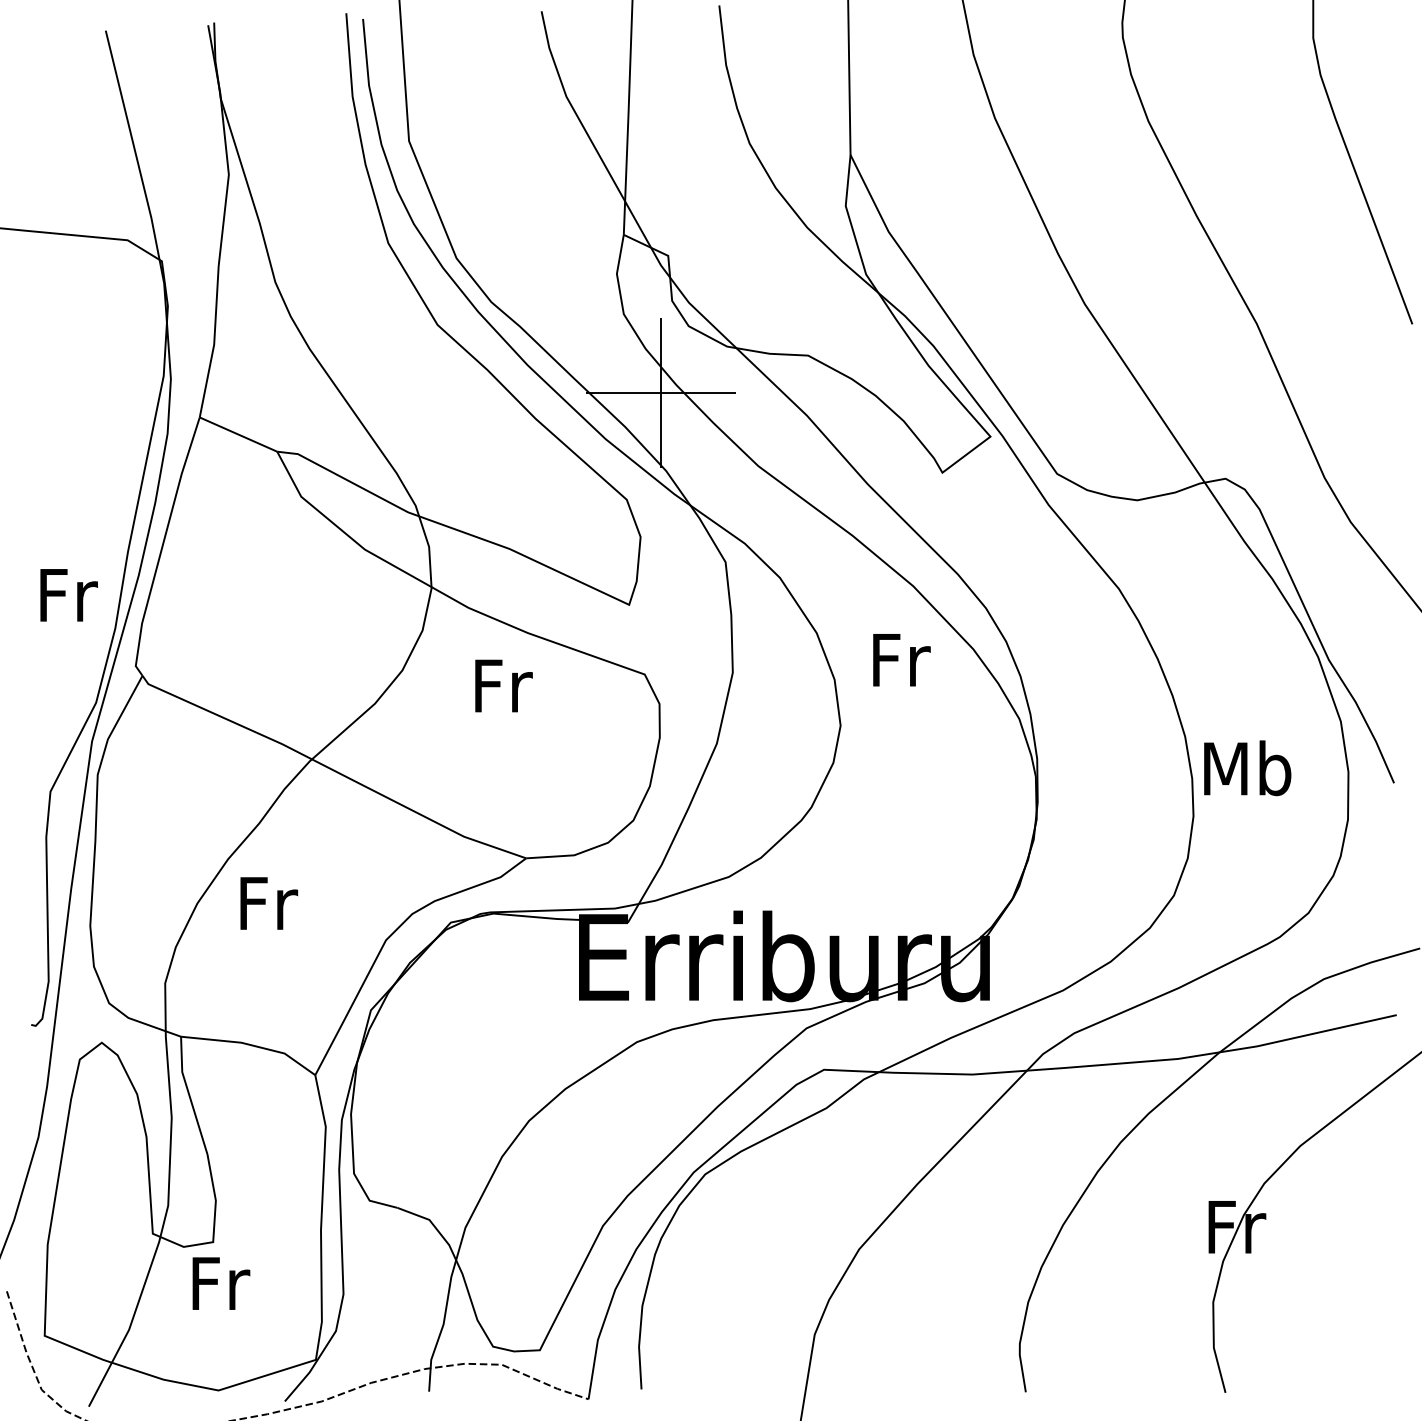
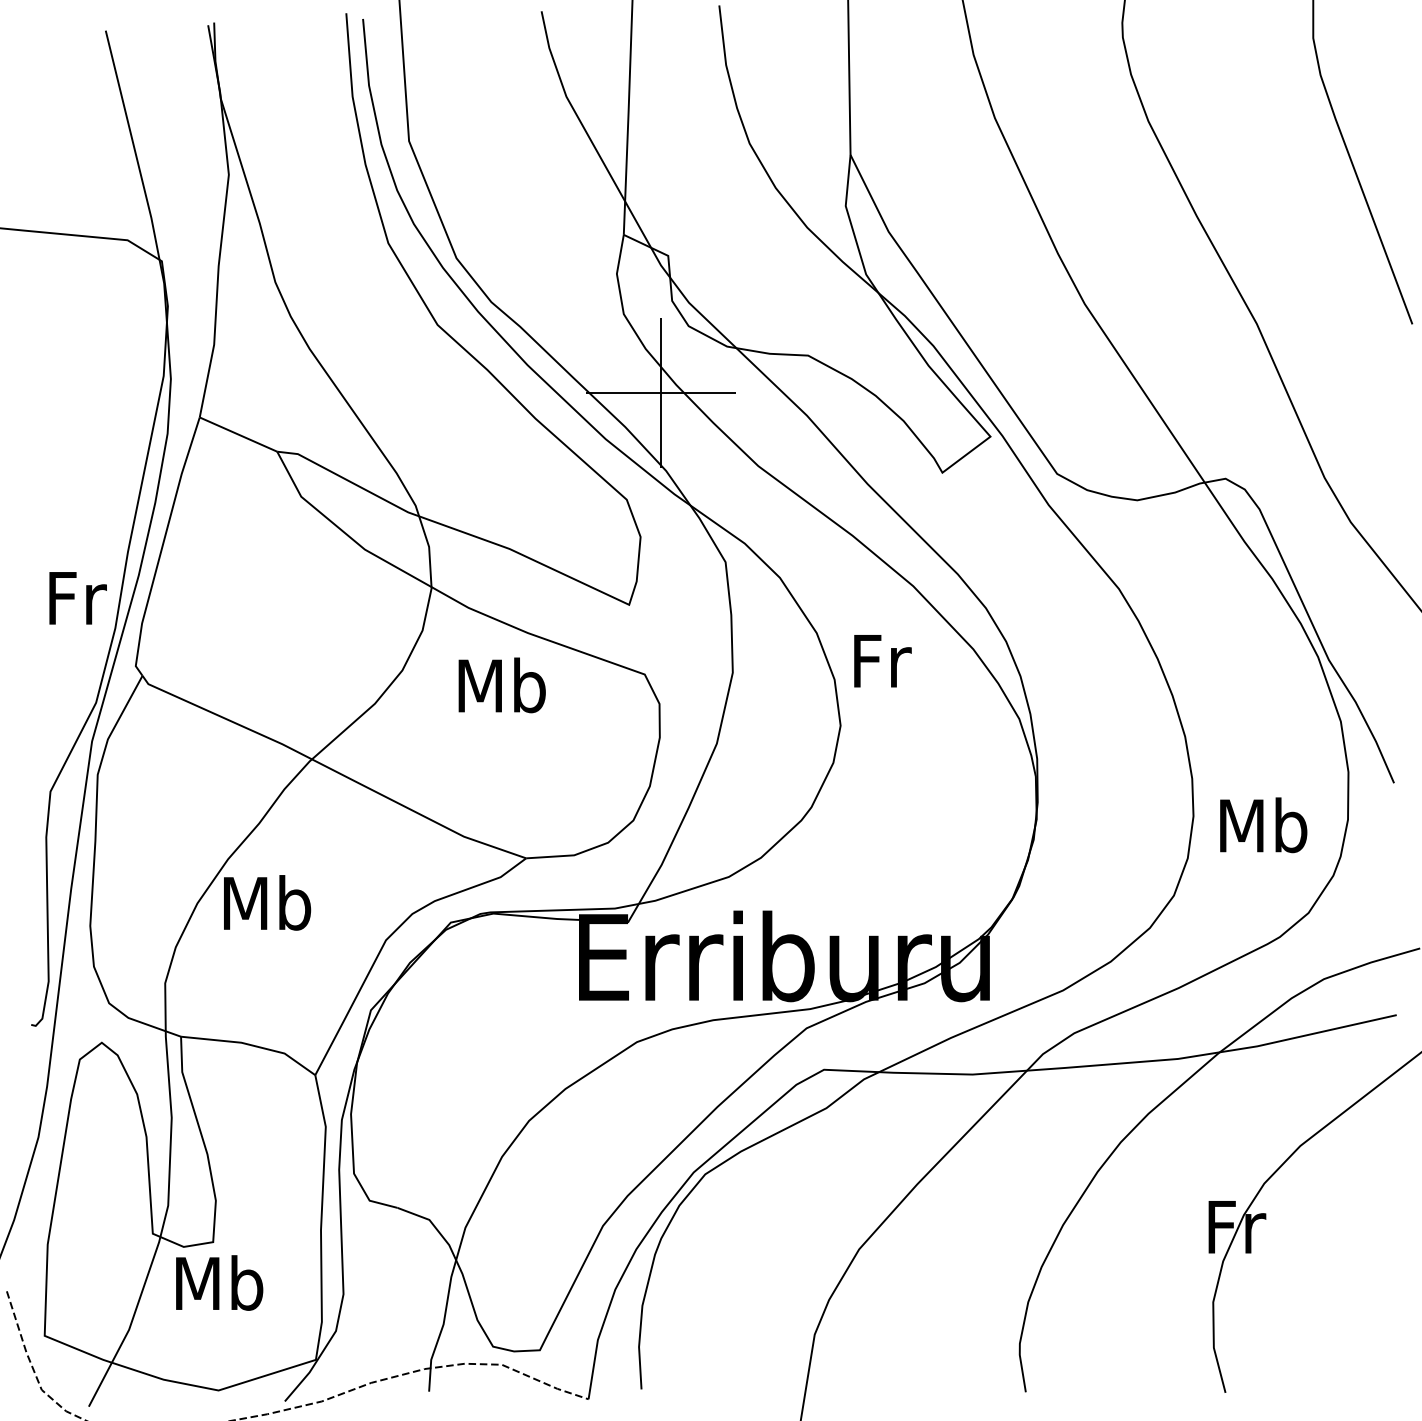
text at (68, 595) position: (68, 595) -> (77, 598)
text at (901, 660) position: (901, 660) -> (882, 661)
text at (501, 685): Fr -> Mb
text at (1247, 768) position: (1247, 768) -> (1263, 825)
text at (267, 902): Fr -> Mb
text at (219, 1282): Fr -> Mb
